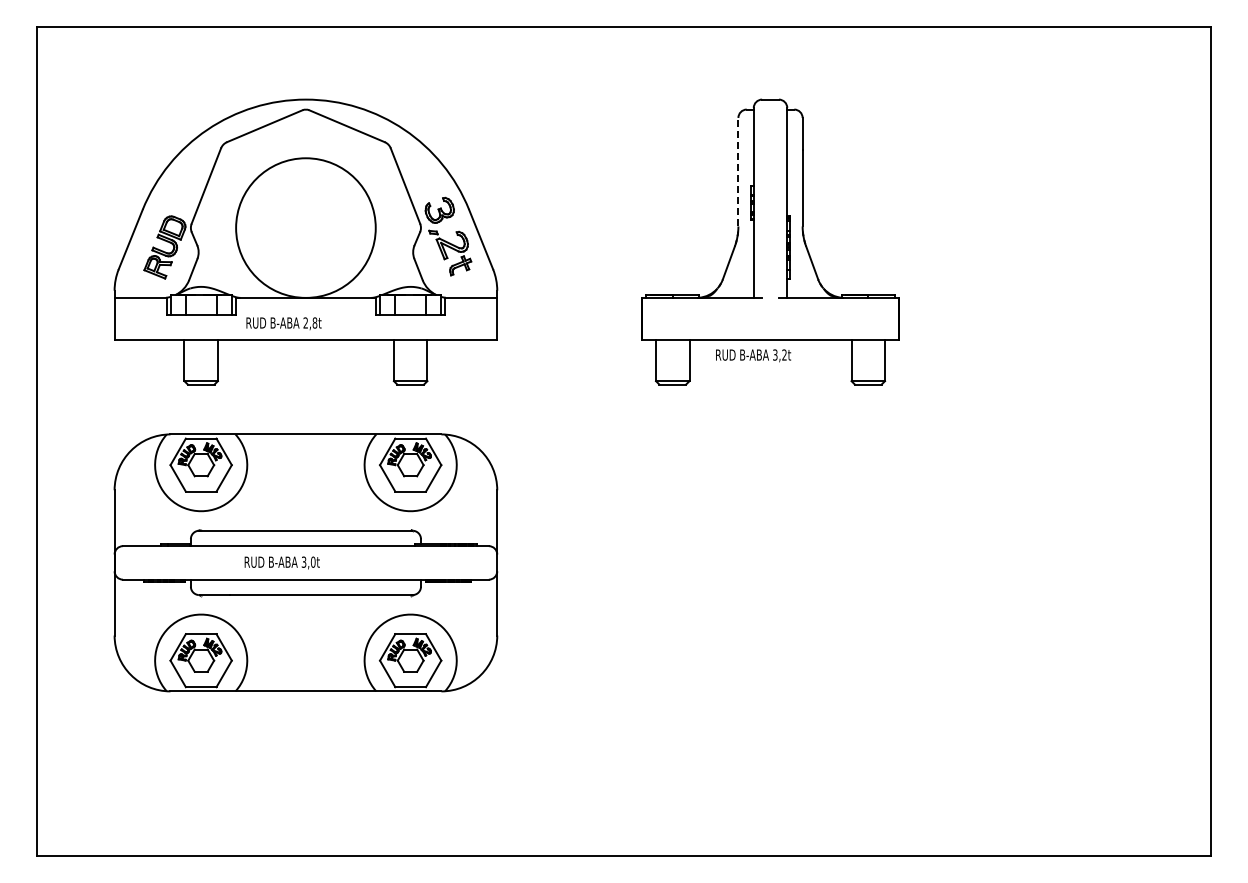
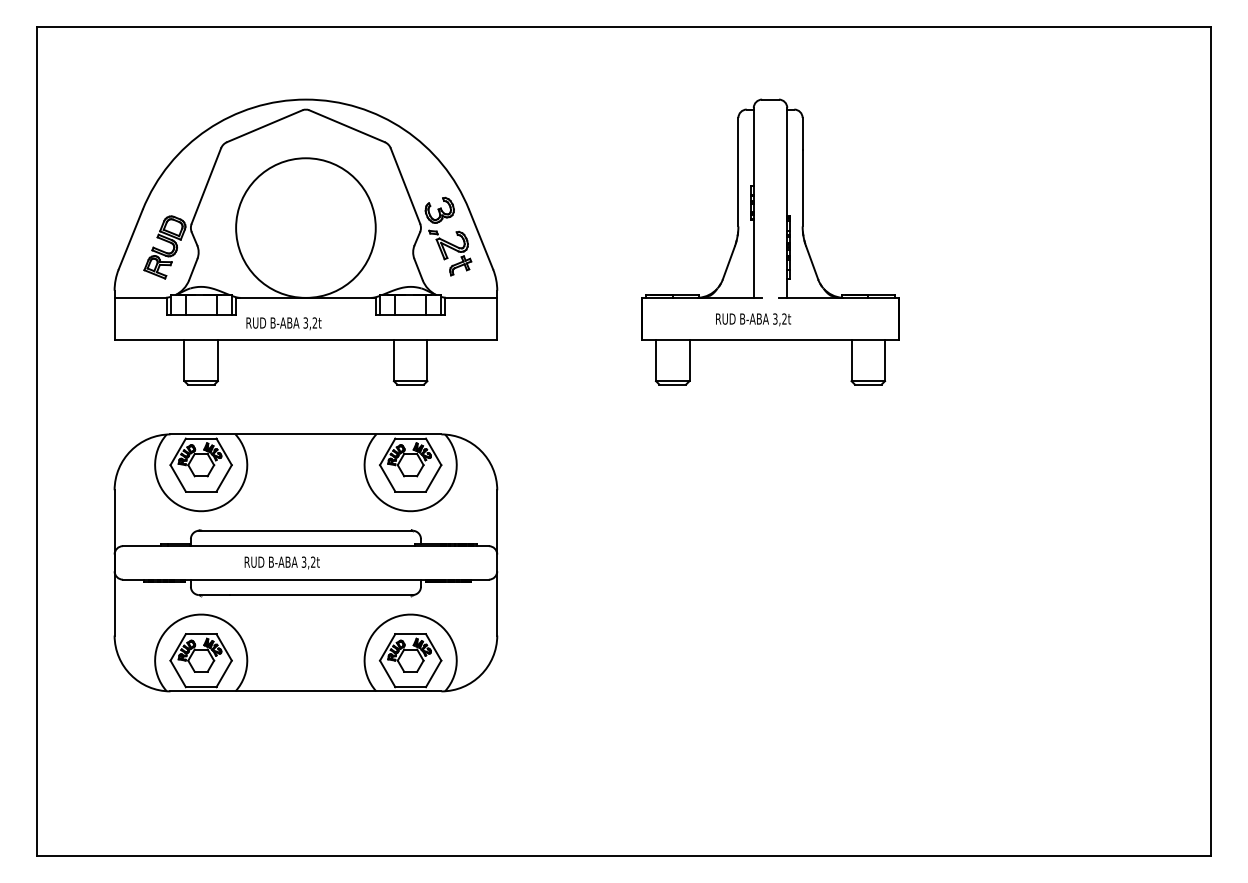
line at (738, 171): dashed -> solid
text at (310, 322): 2,8t -> 3,2t
text at (753, 355) position: (753, 355) -> (753, 319)
text at (312, 561): 3,0t -> 3,2t
